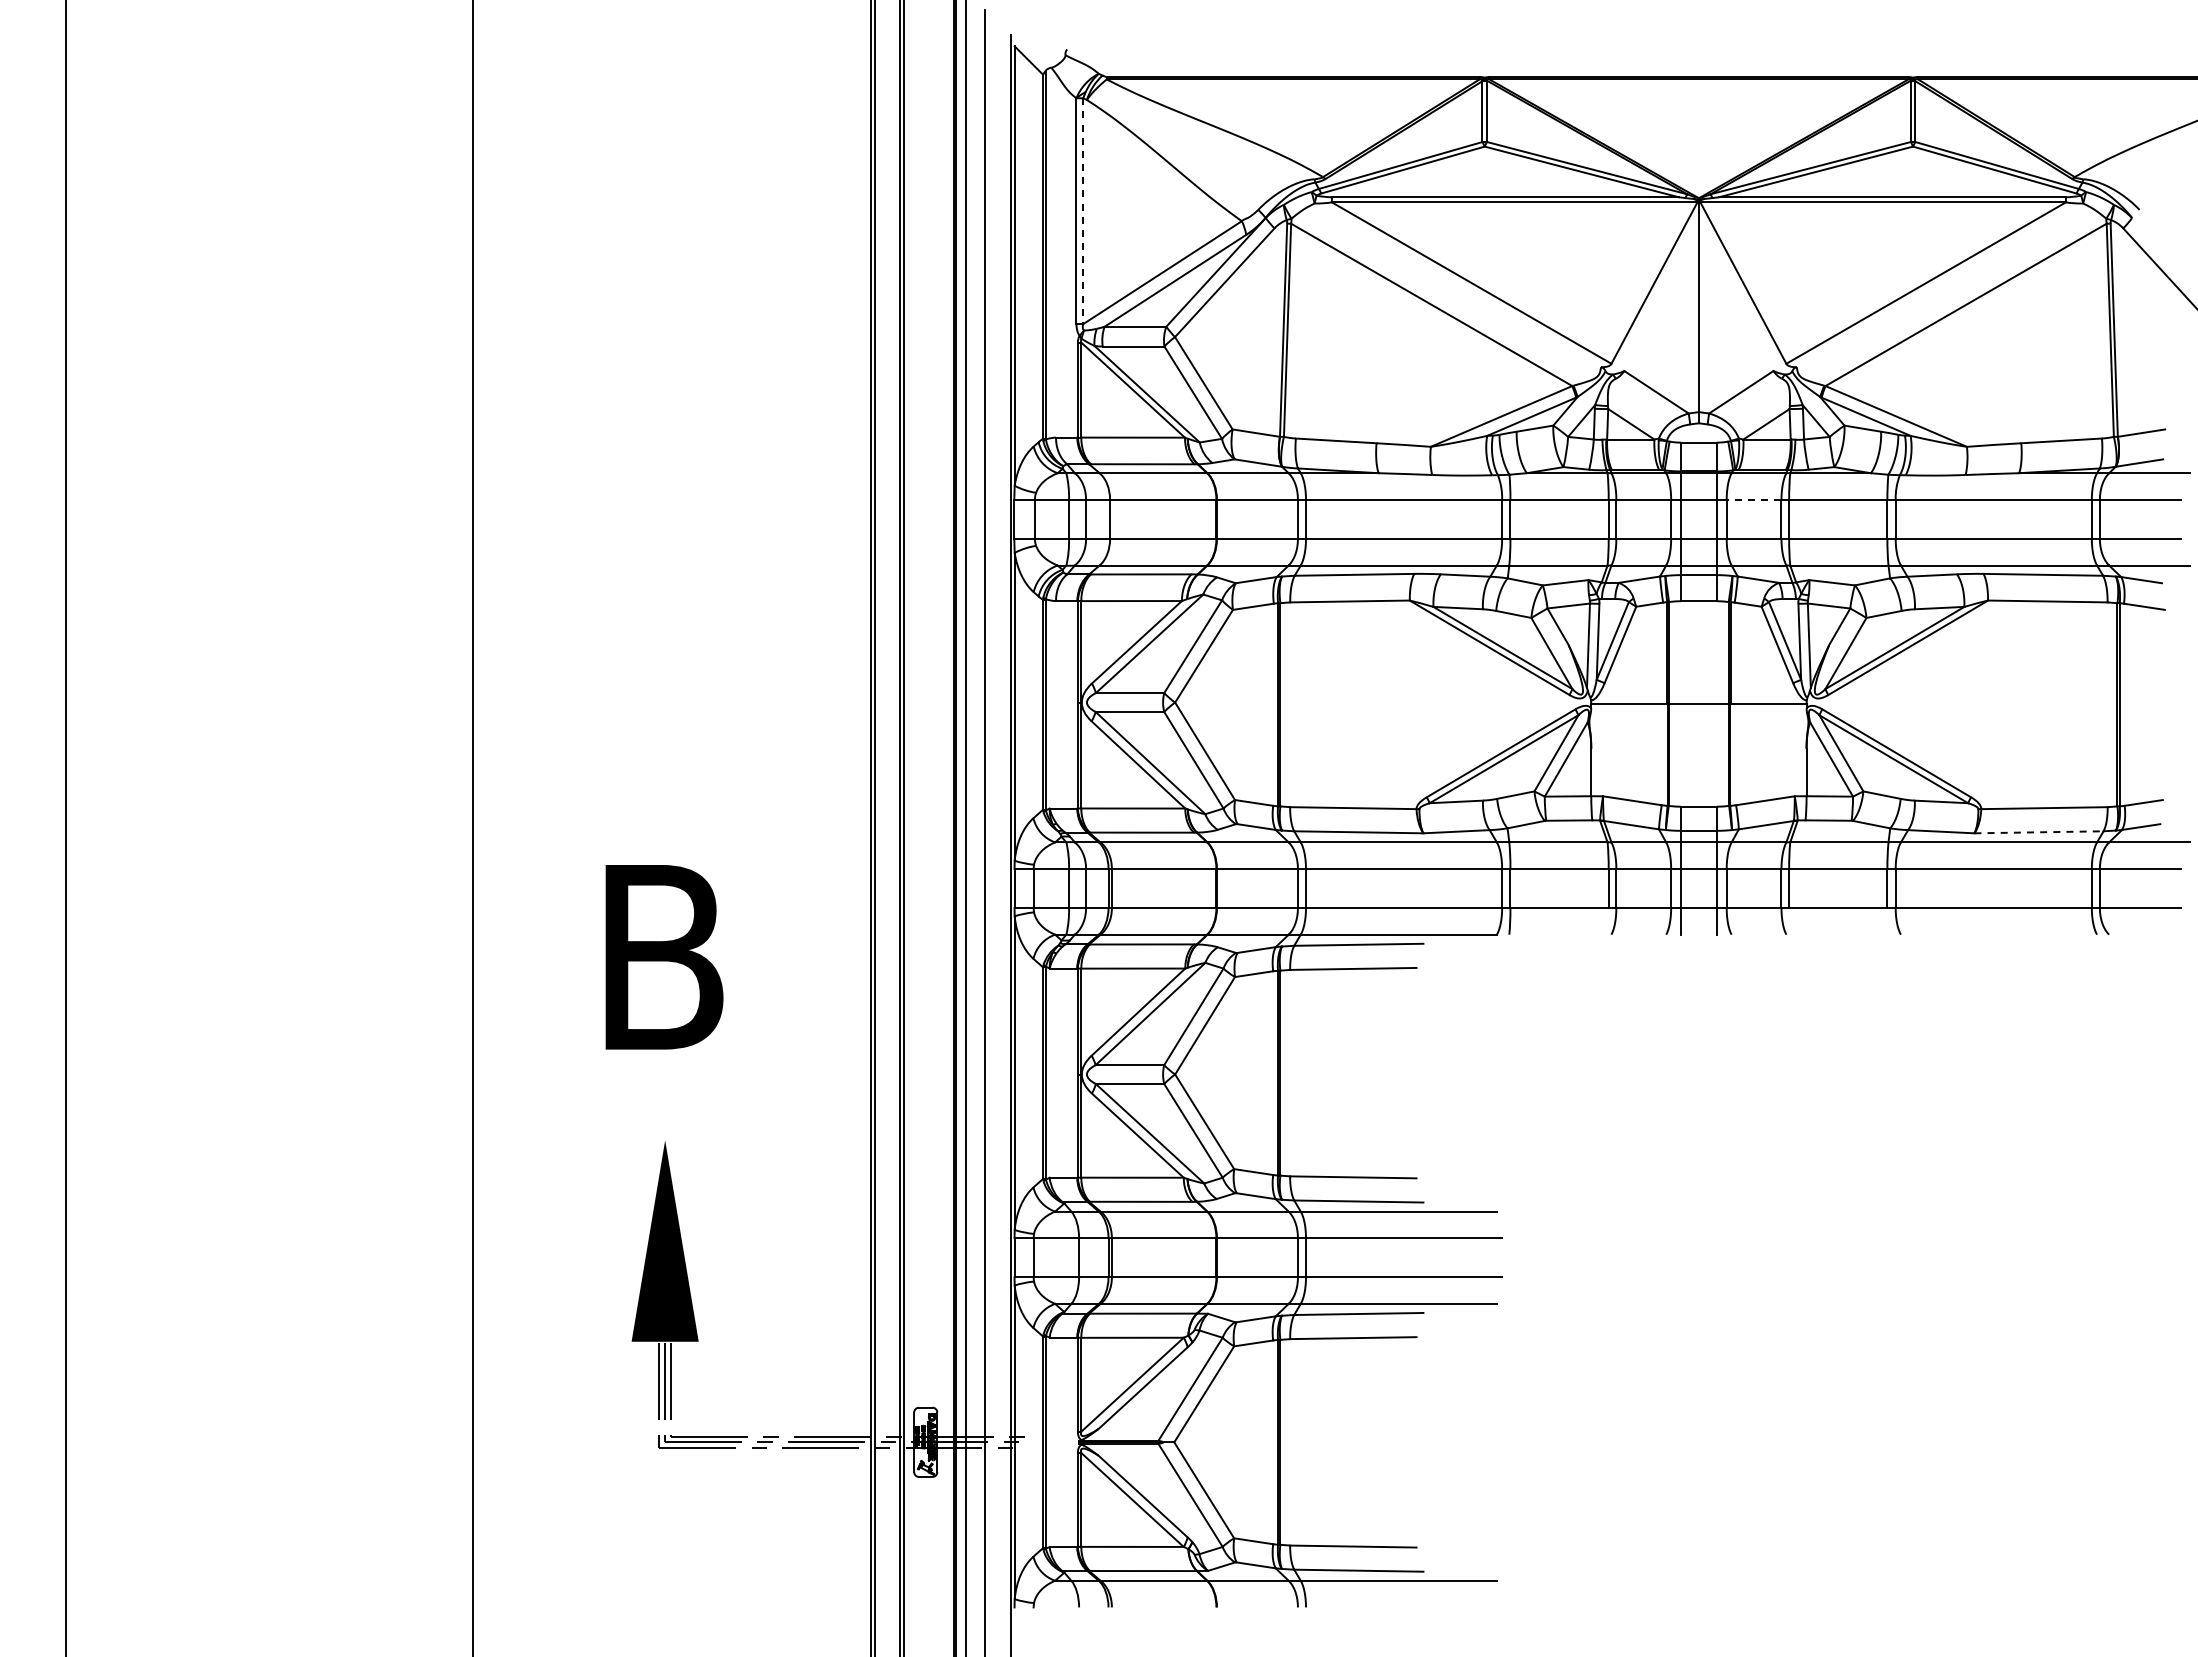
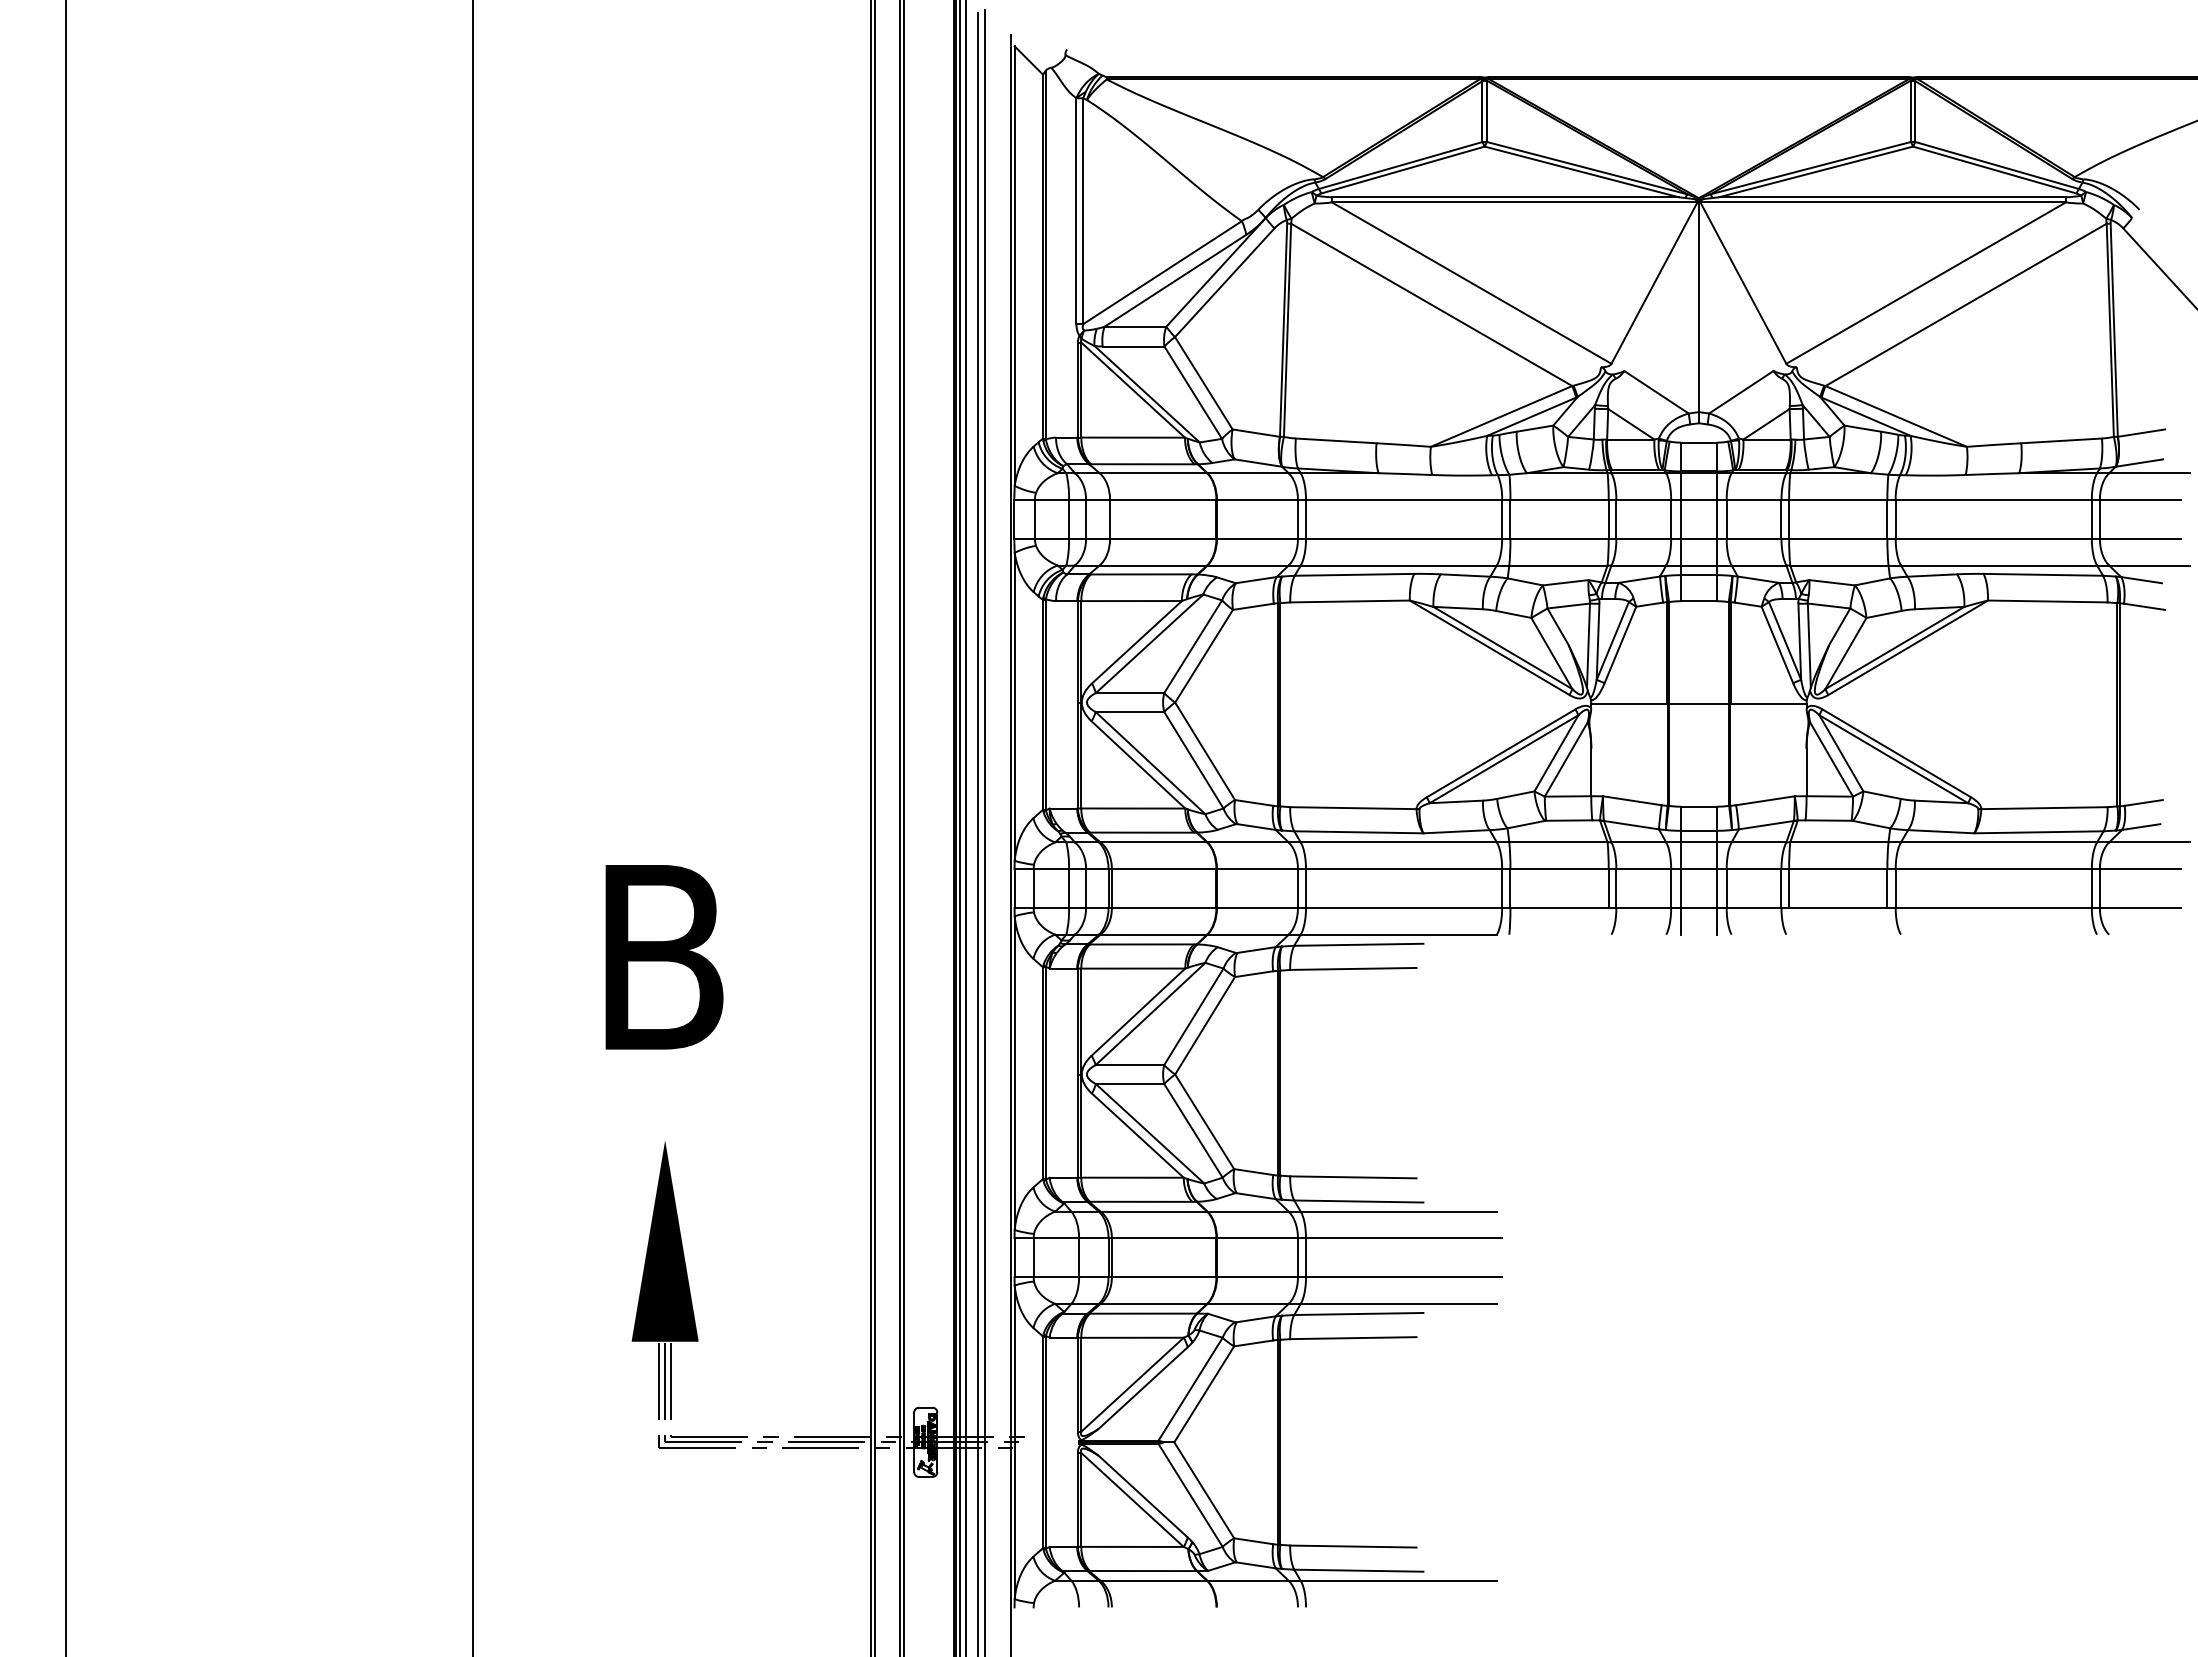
line at (1083, 211): dashed -> solid
line at (1753, 499): dashed -> solid
line at (960, 827): none -> present
line at (978, 832): none -> present
line at (2039, 832): dashed -> solid
